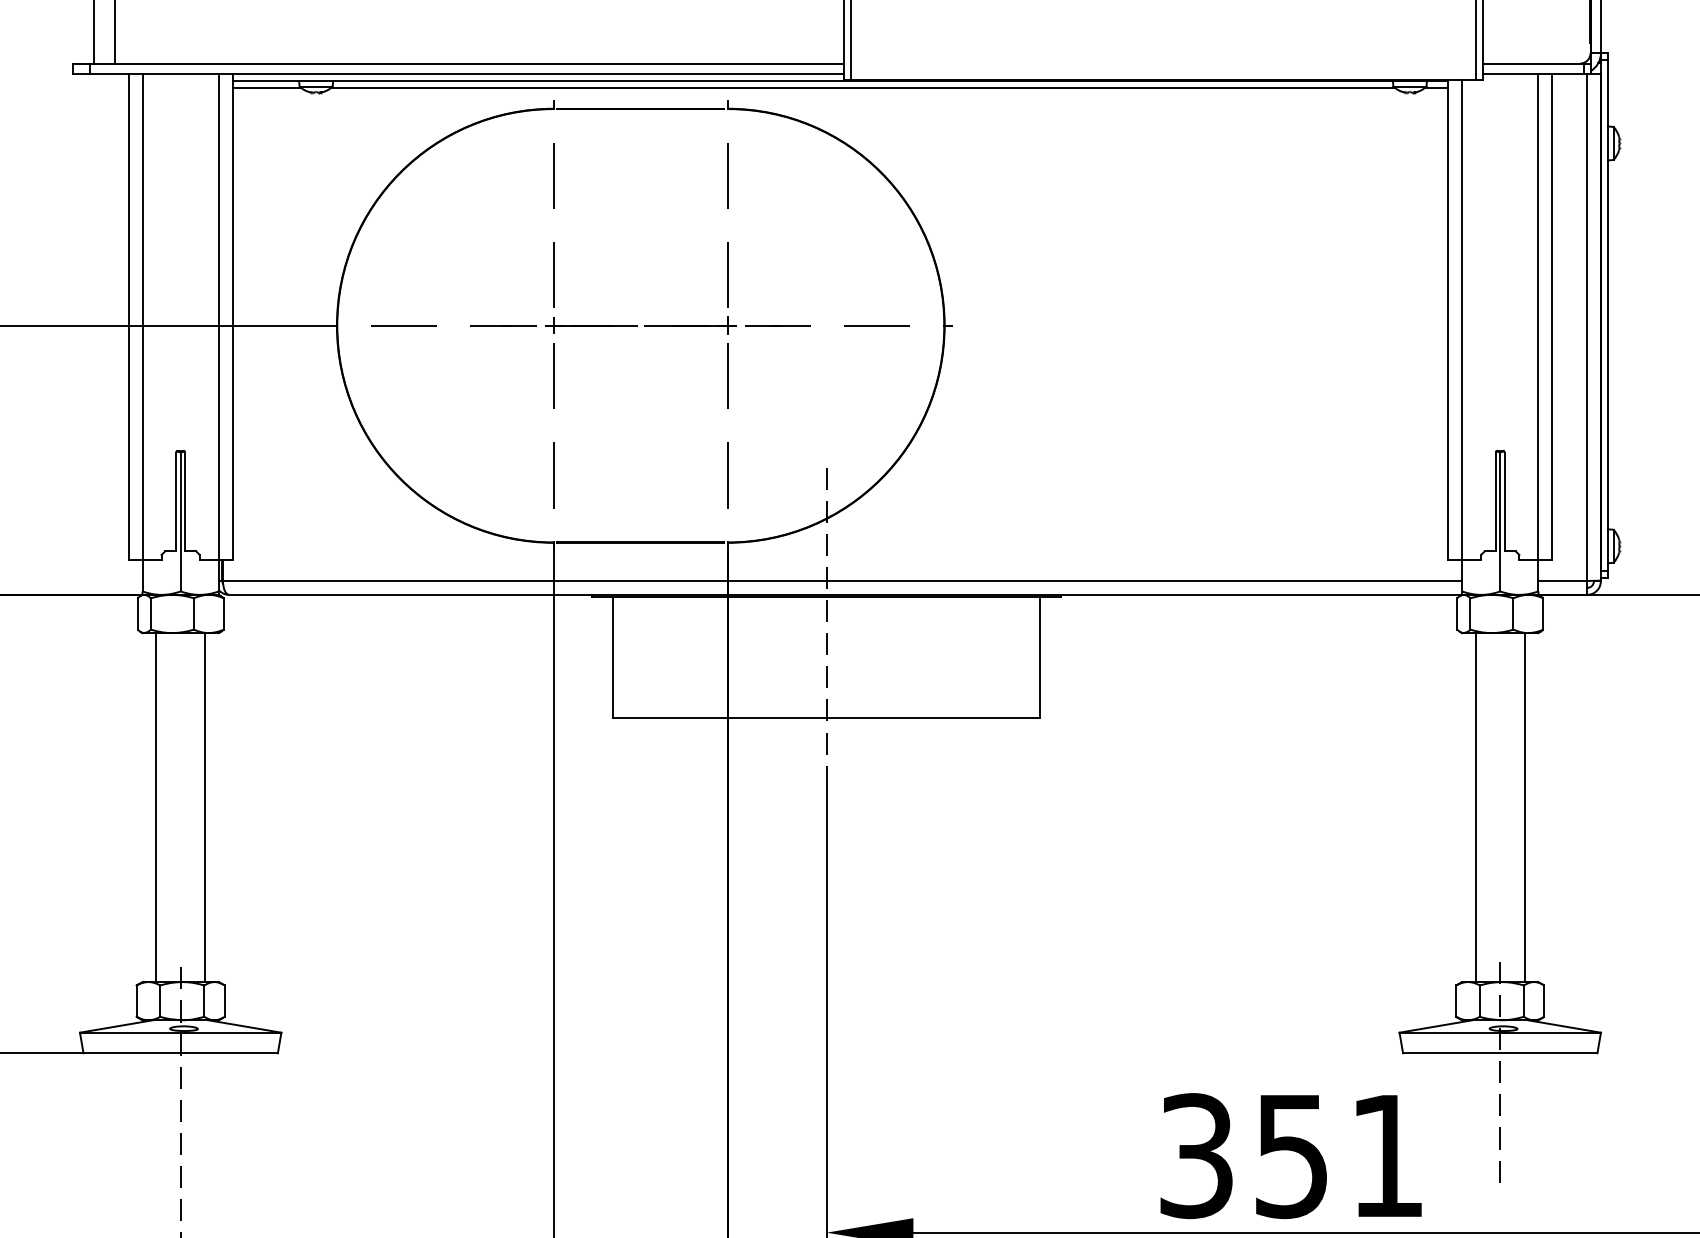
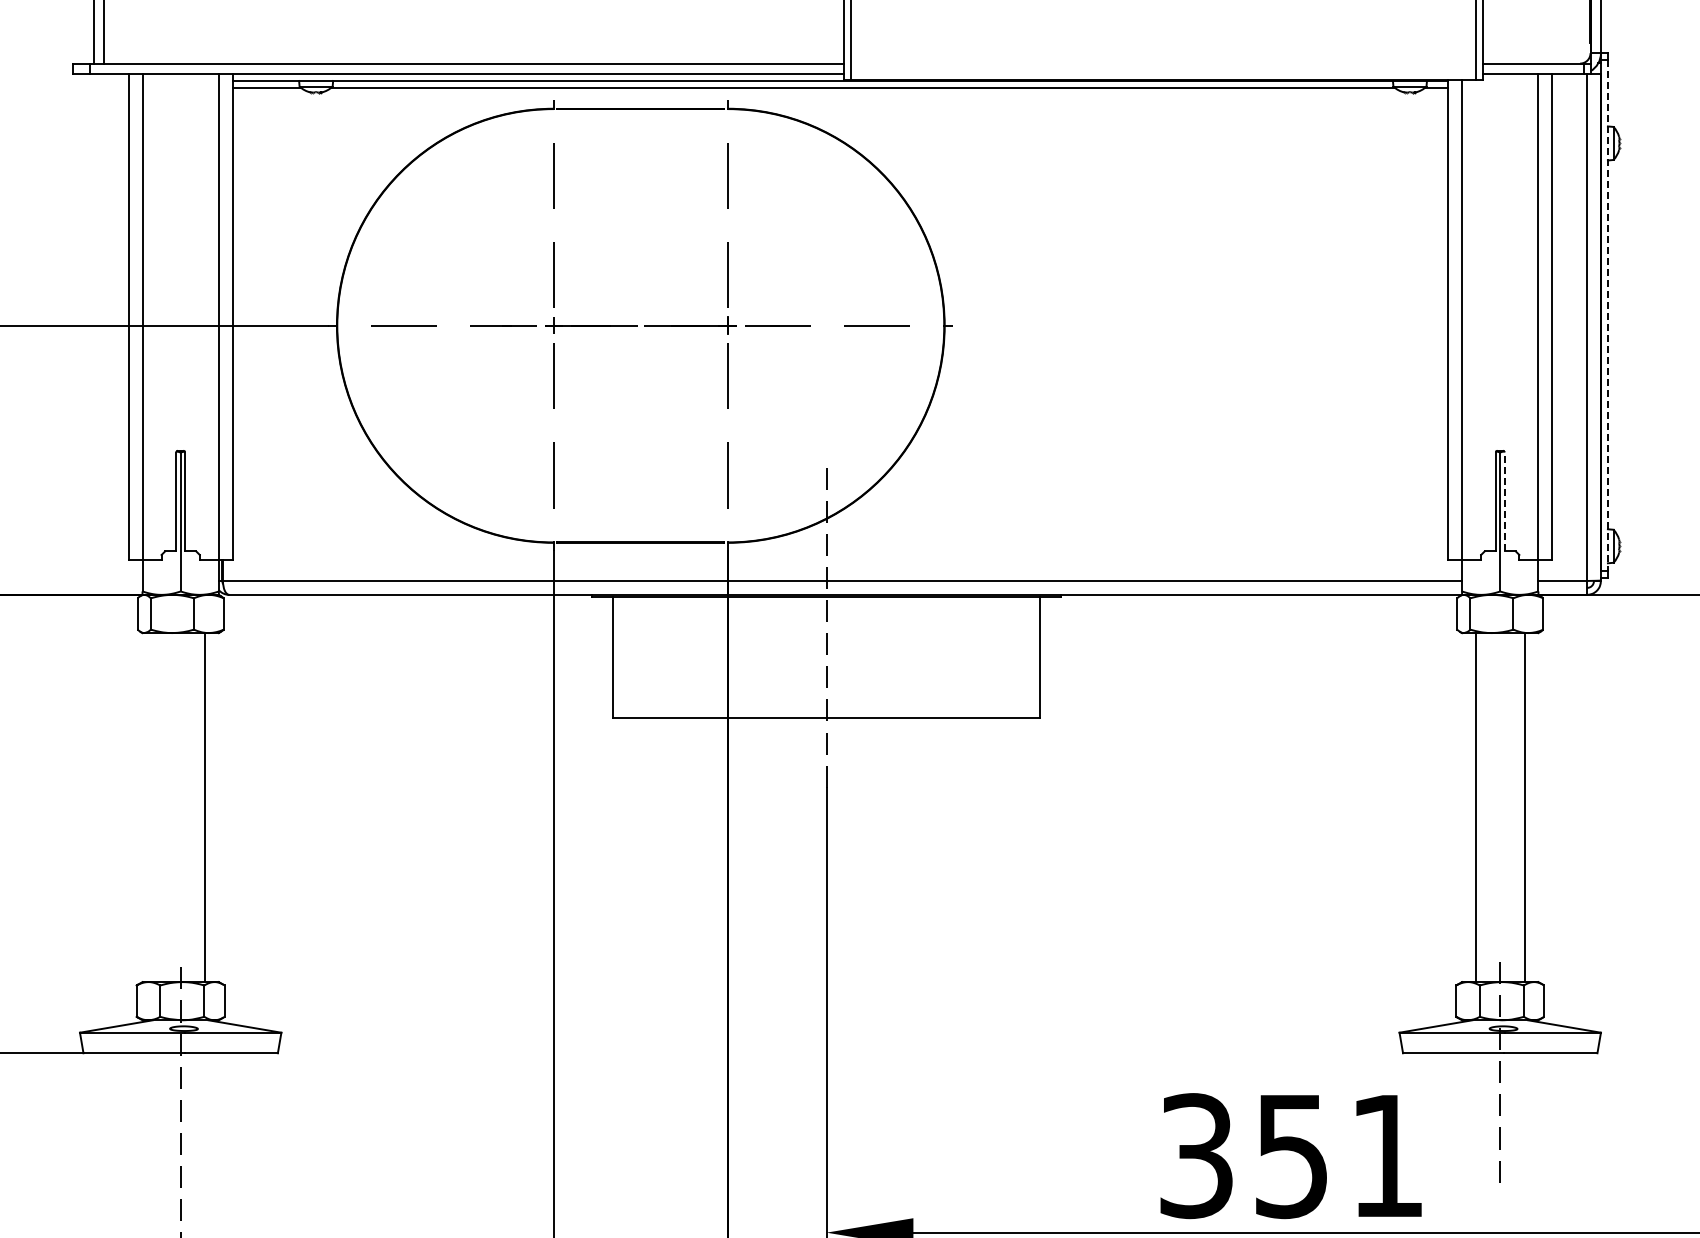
line at (114, 32) position: (114, 32) -> (103, 32)
line at (1607, 315): solid -> dashed
line at (1504, 501): solid -> dashed
line at (156, 807): present -> none
